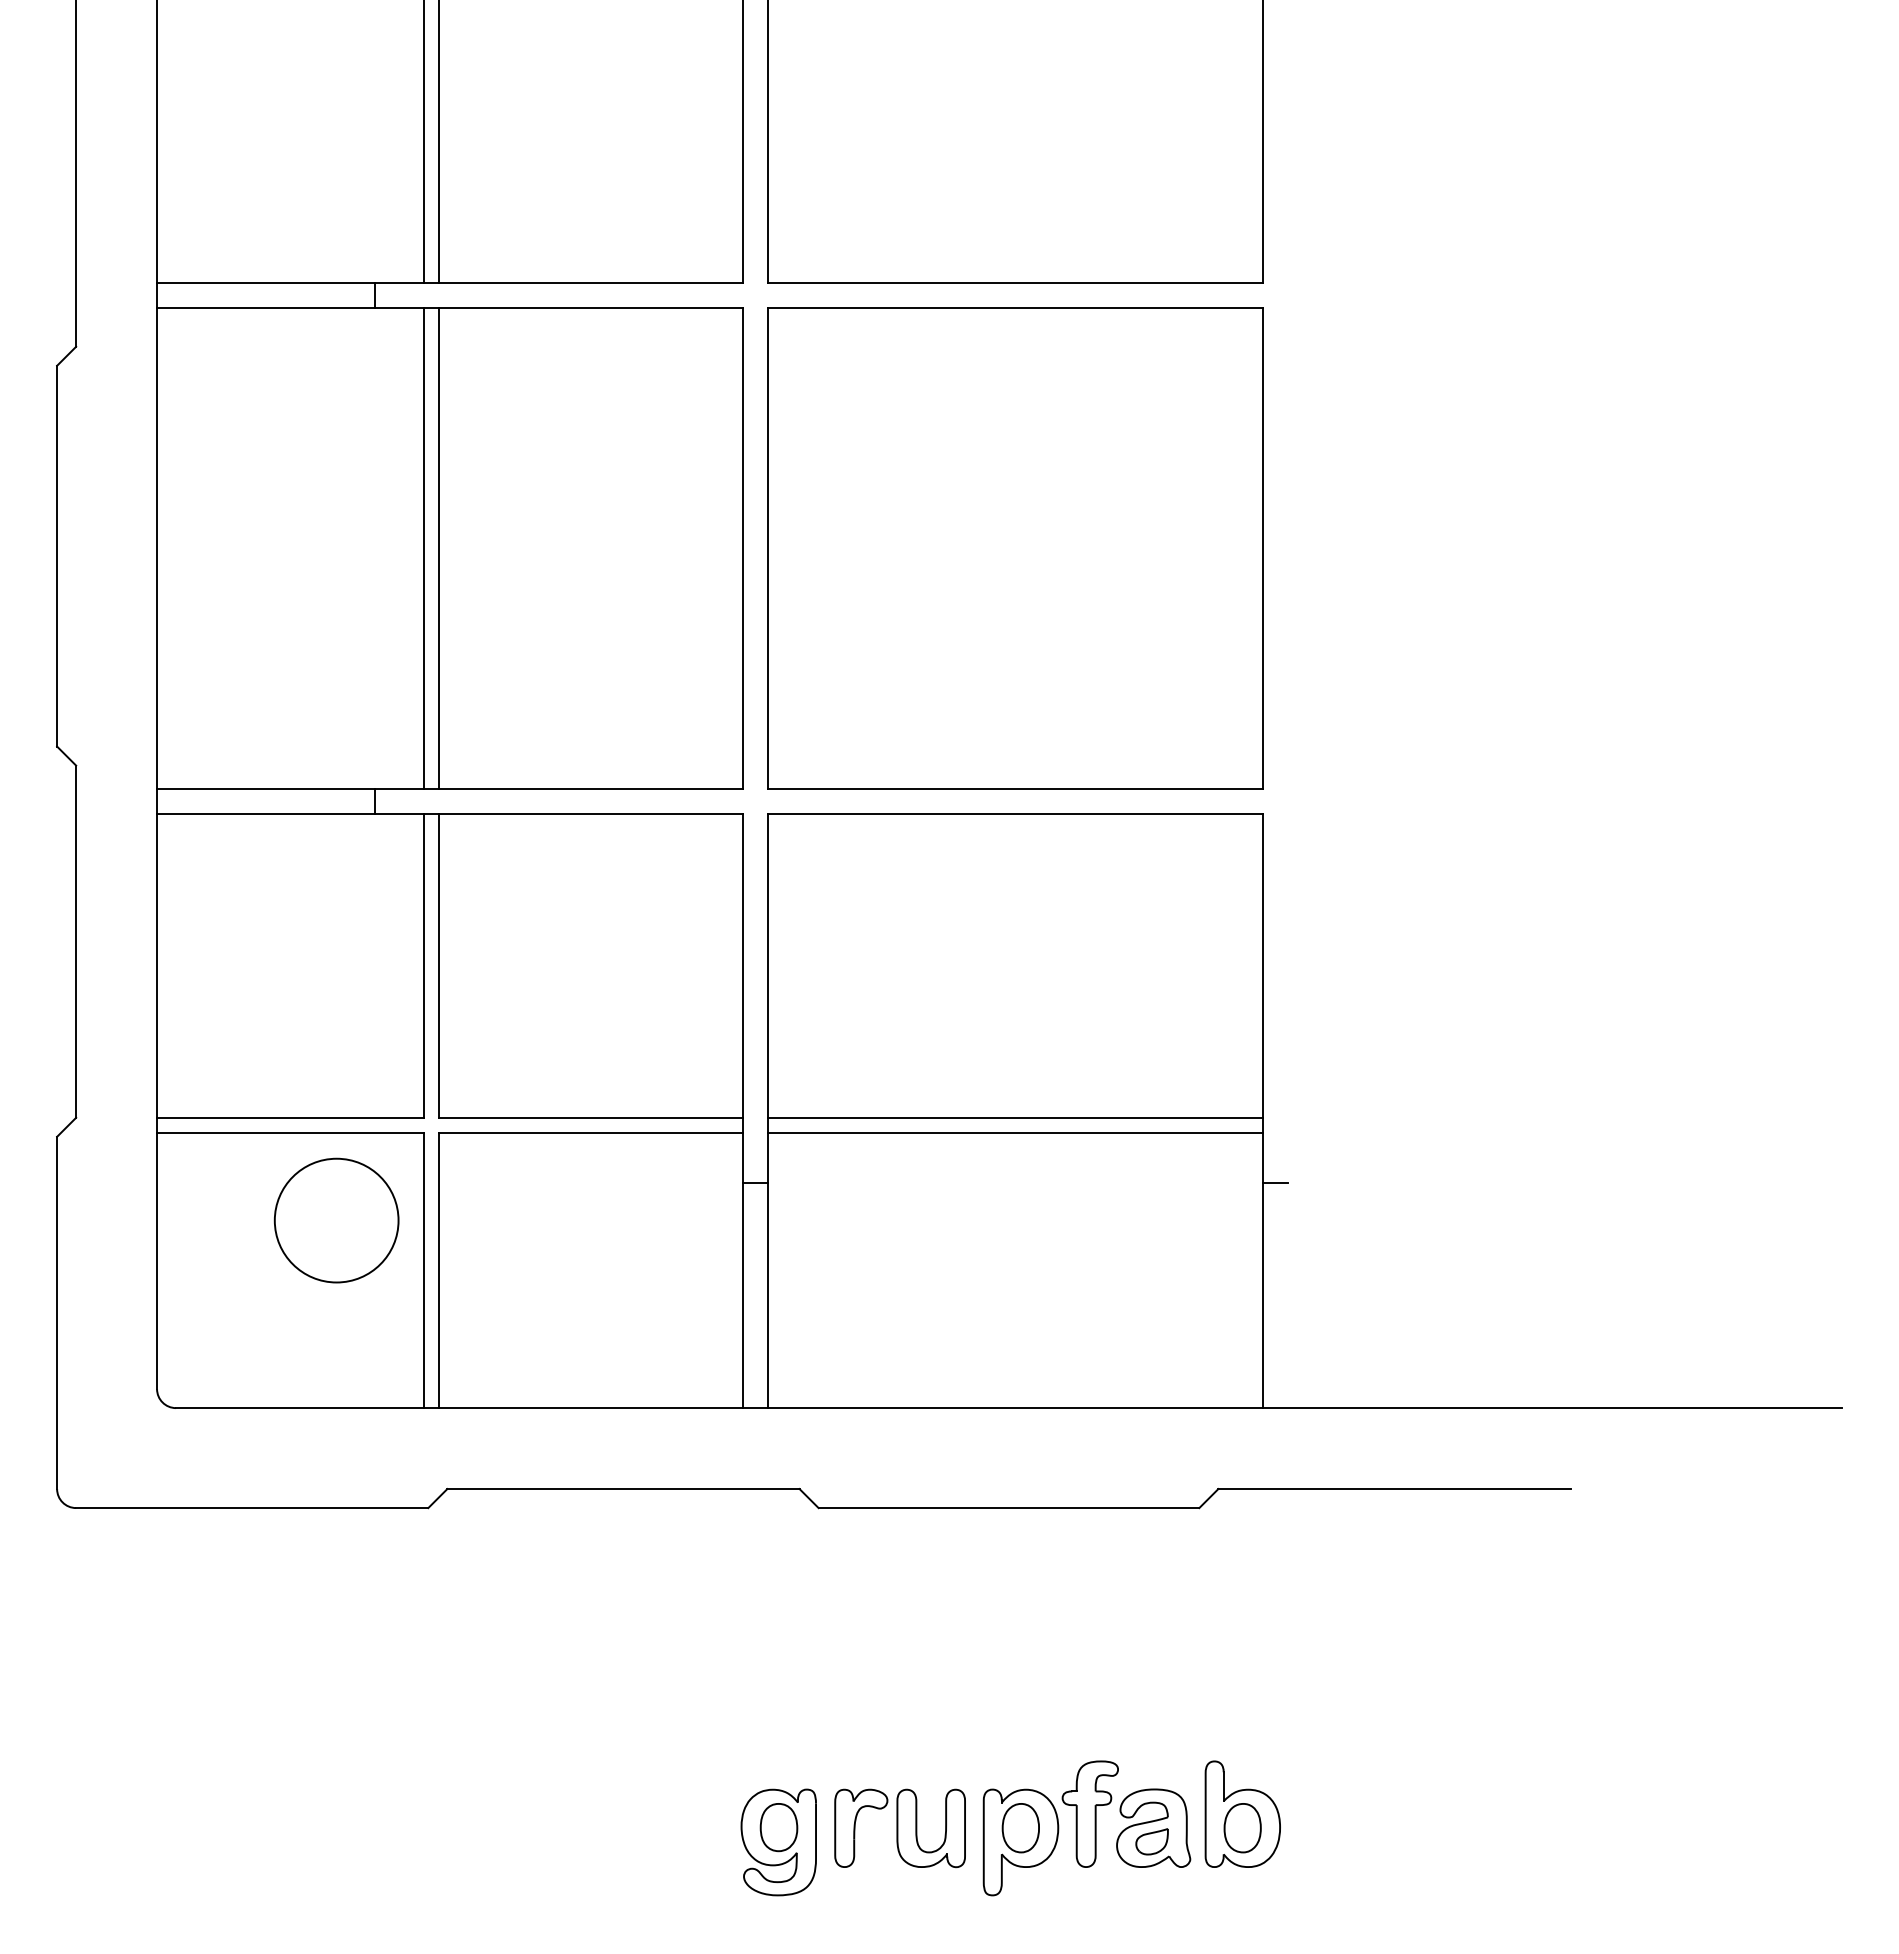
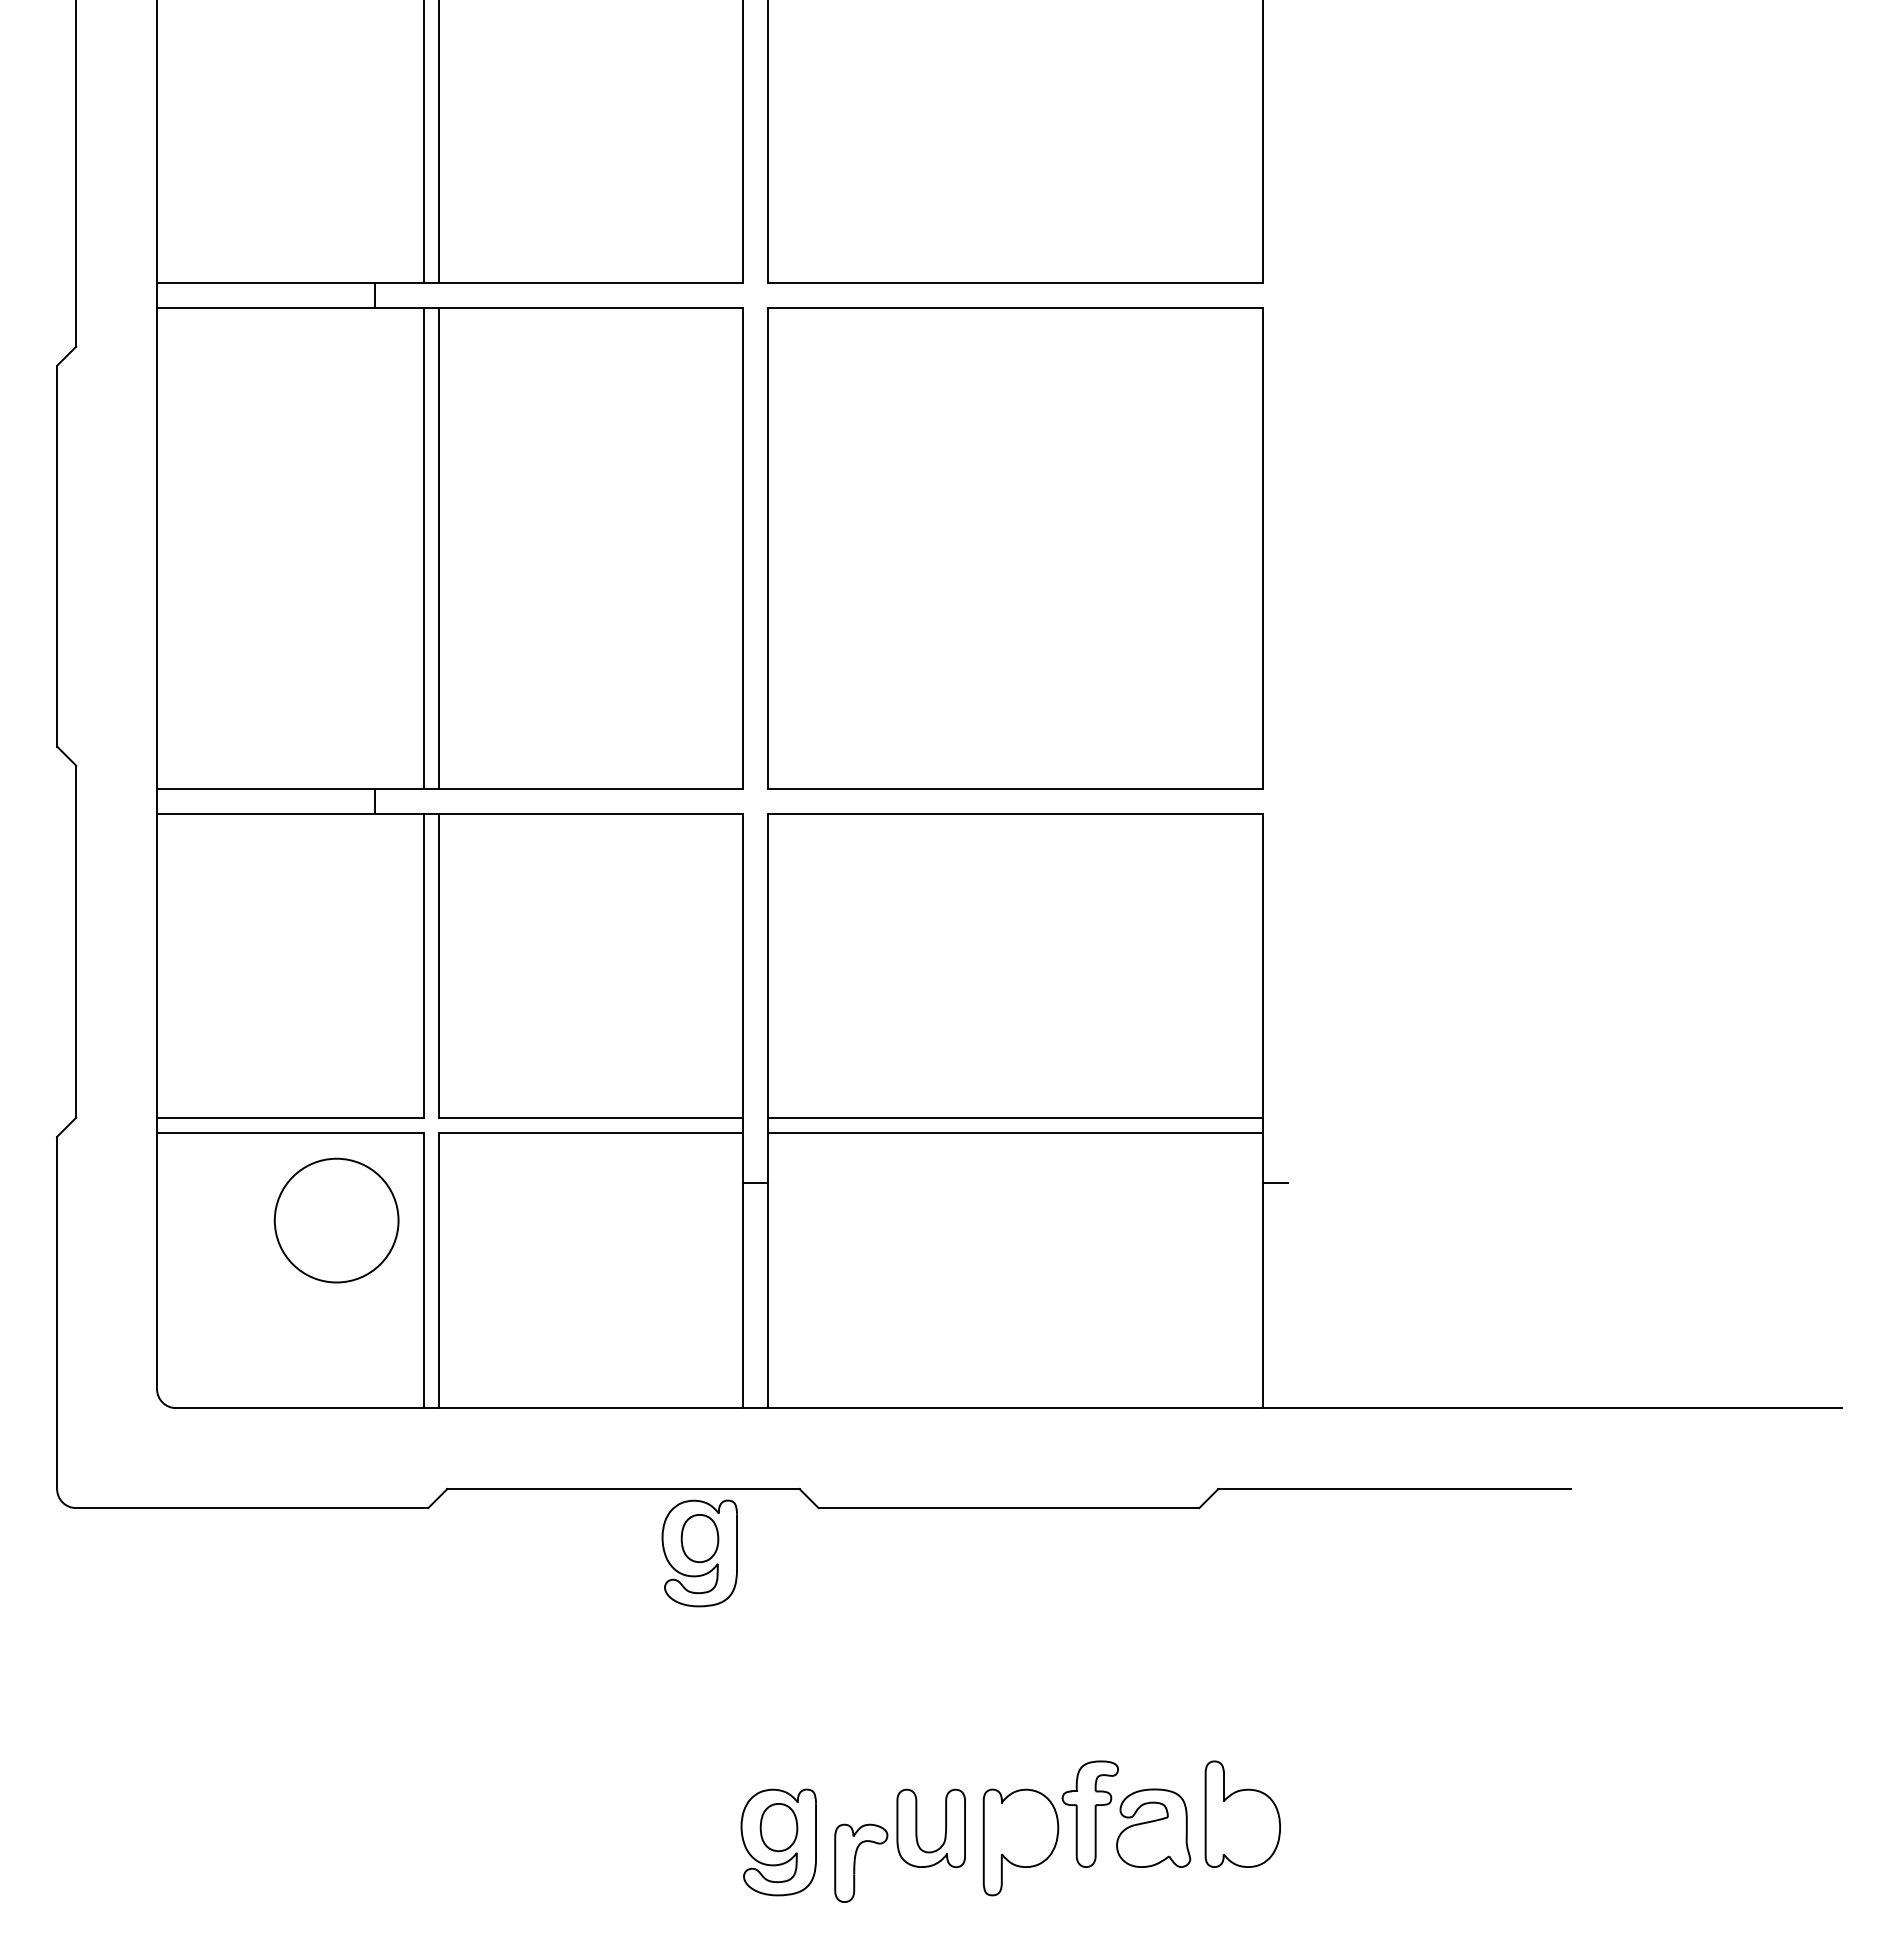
part at (699, 1553): none -> present
part at (861, 1827) position: (861, 1827) -> (861, 1862)
part at (1020, 1828): present -> none
part at (1242, 1828): present -> none
part at (1151, 1841): present -> none
